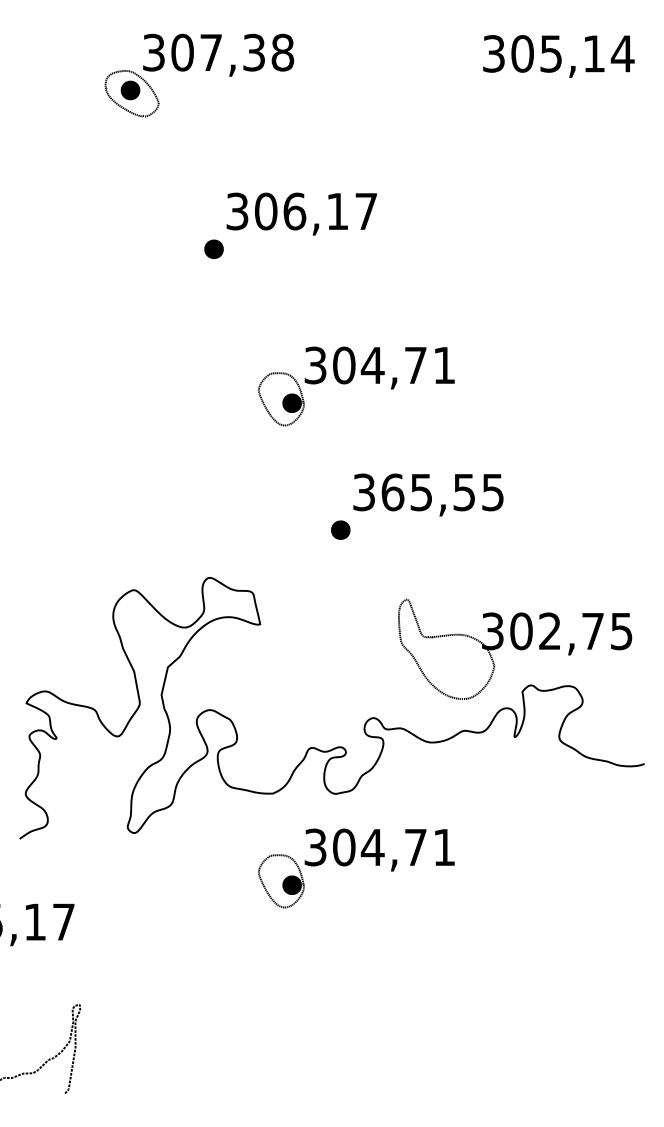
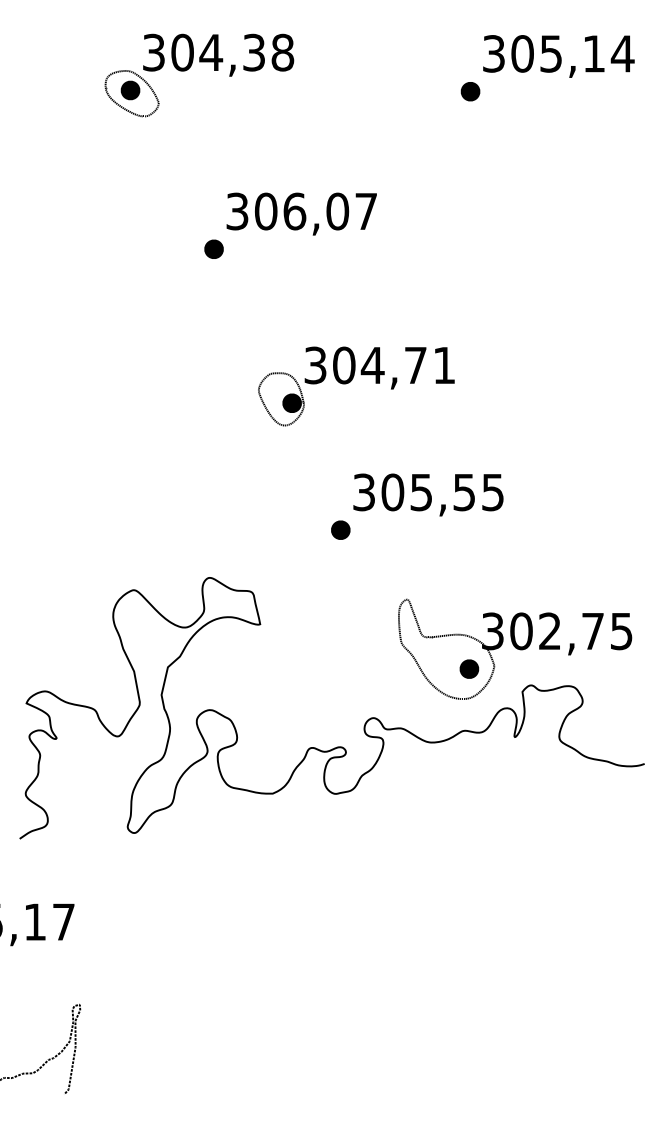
text at (211, 52): 307,38 -> 304,38
part at (470, 91): none -> present
text at (337, 211): 306,17 -> 306,07
text at (392, 492): 365,55 -> 305,55
part at (469, 668): none -> present
part at (351, 863): present -> none
